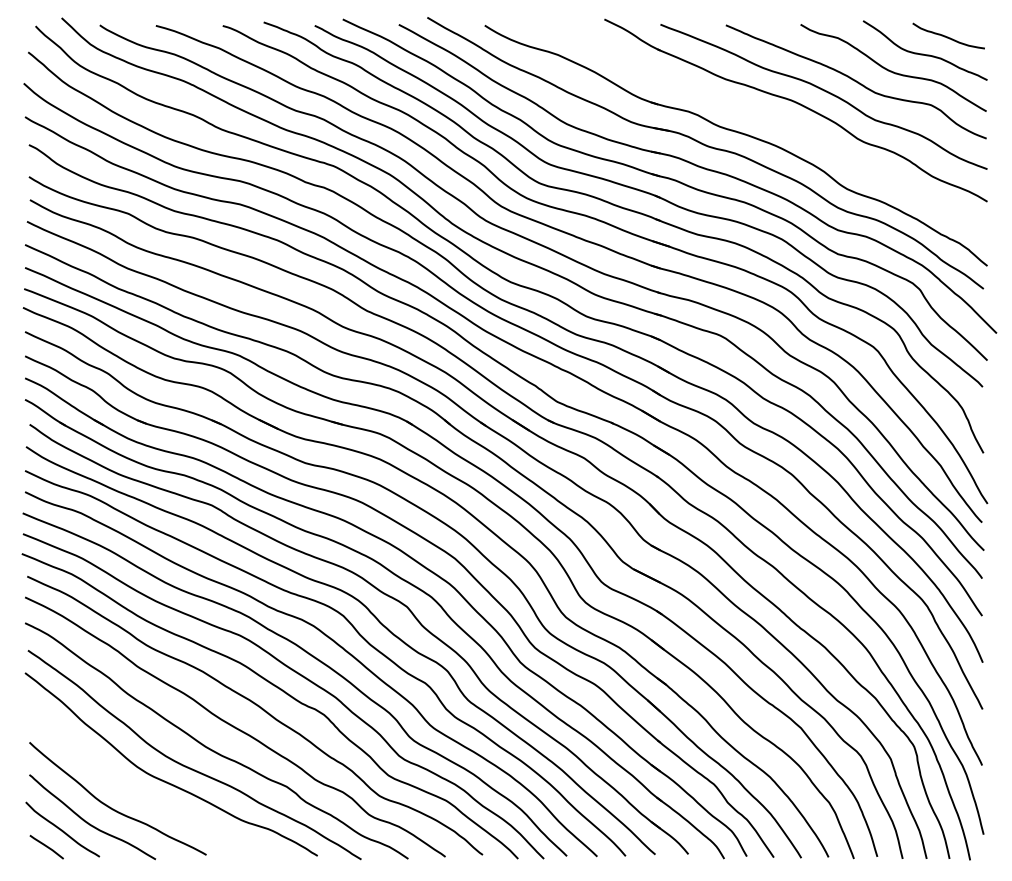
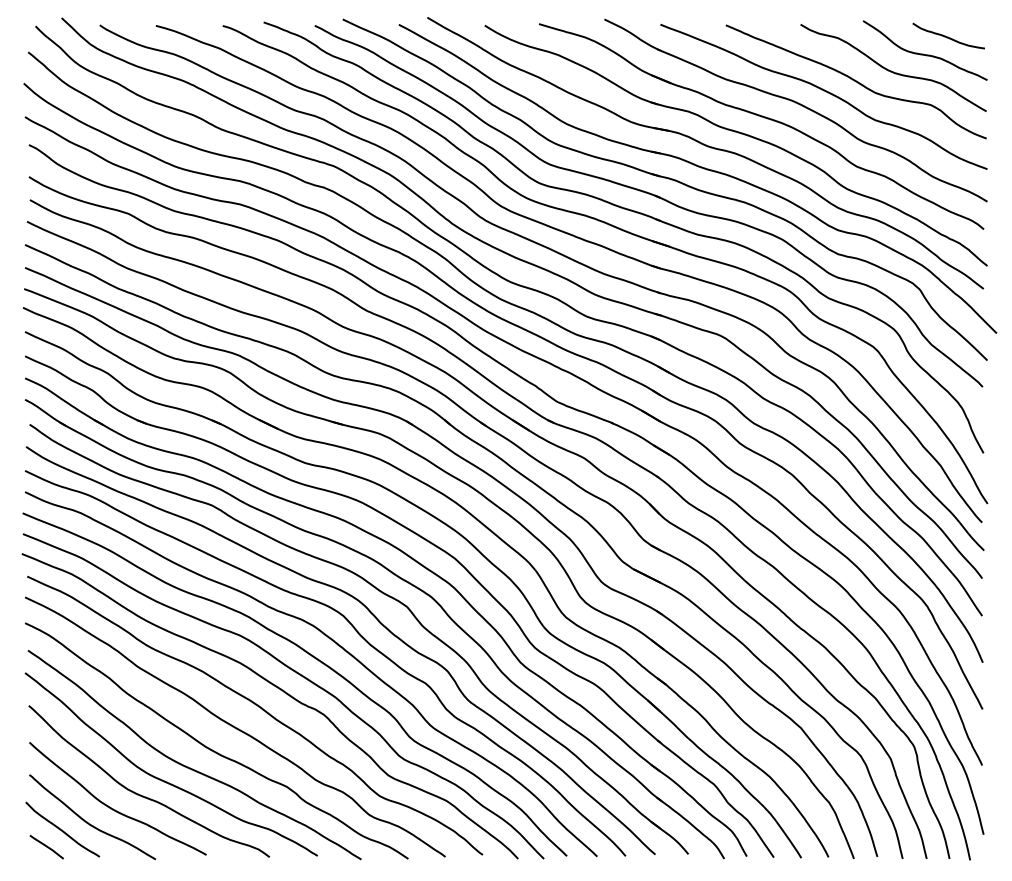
part at (764, 118): none -> present
curve at (143, 795): none -> present
